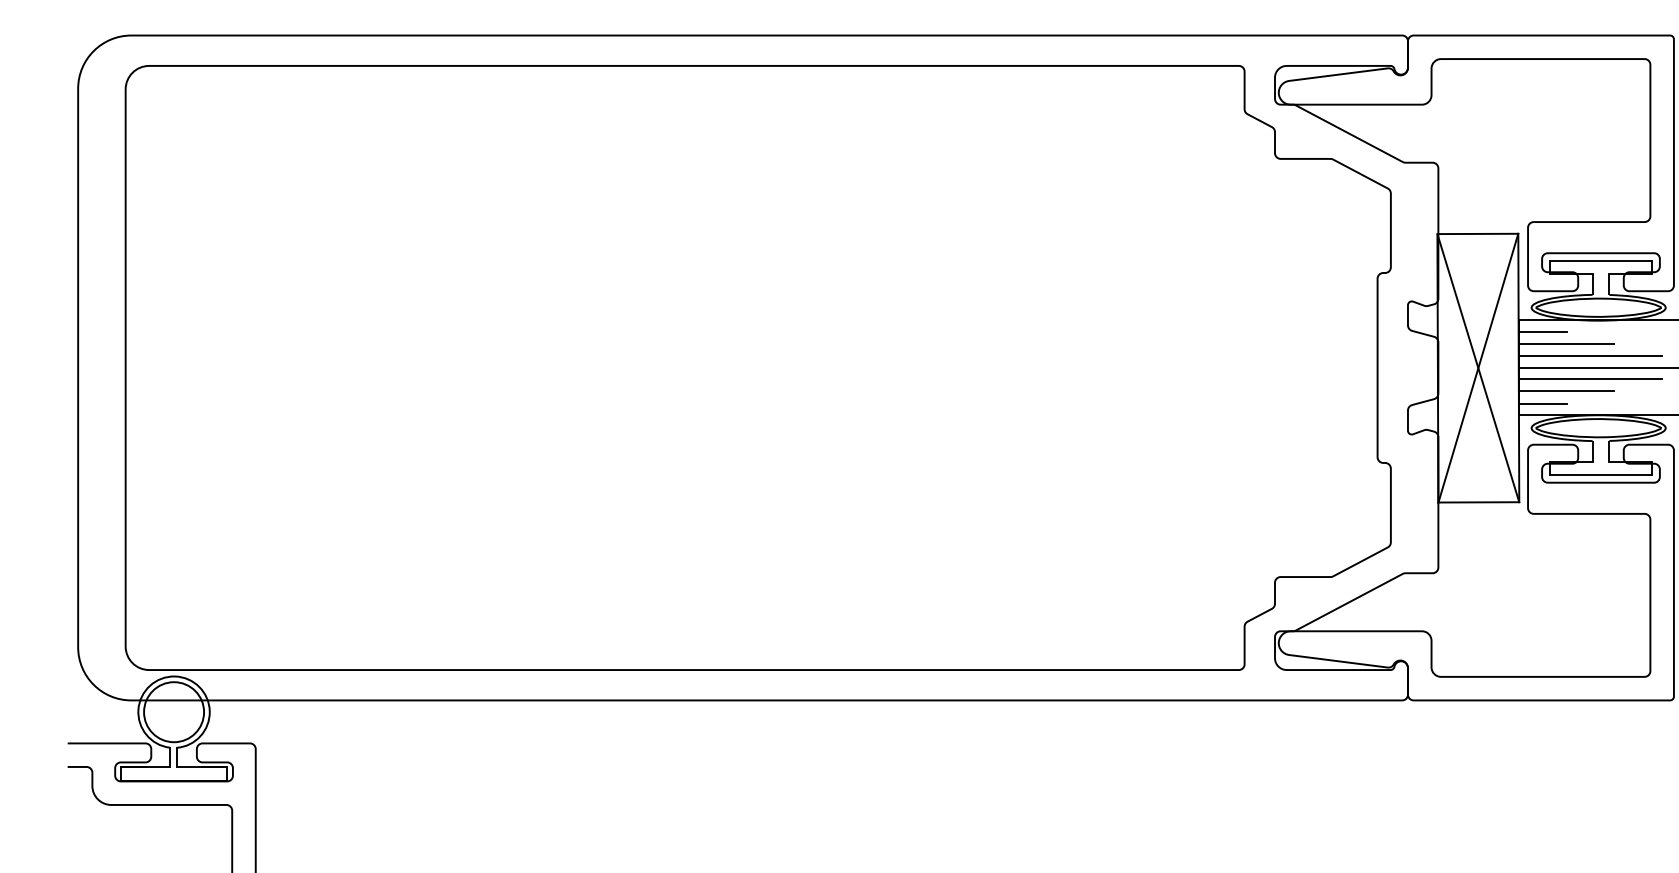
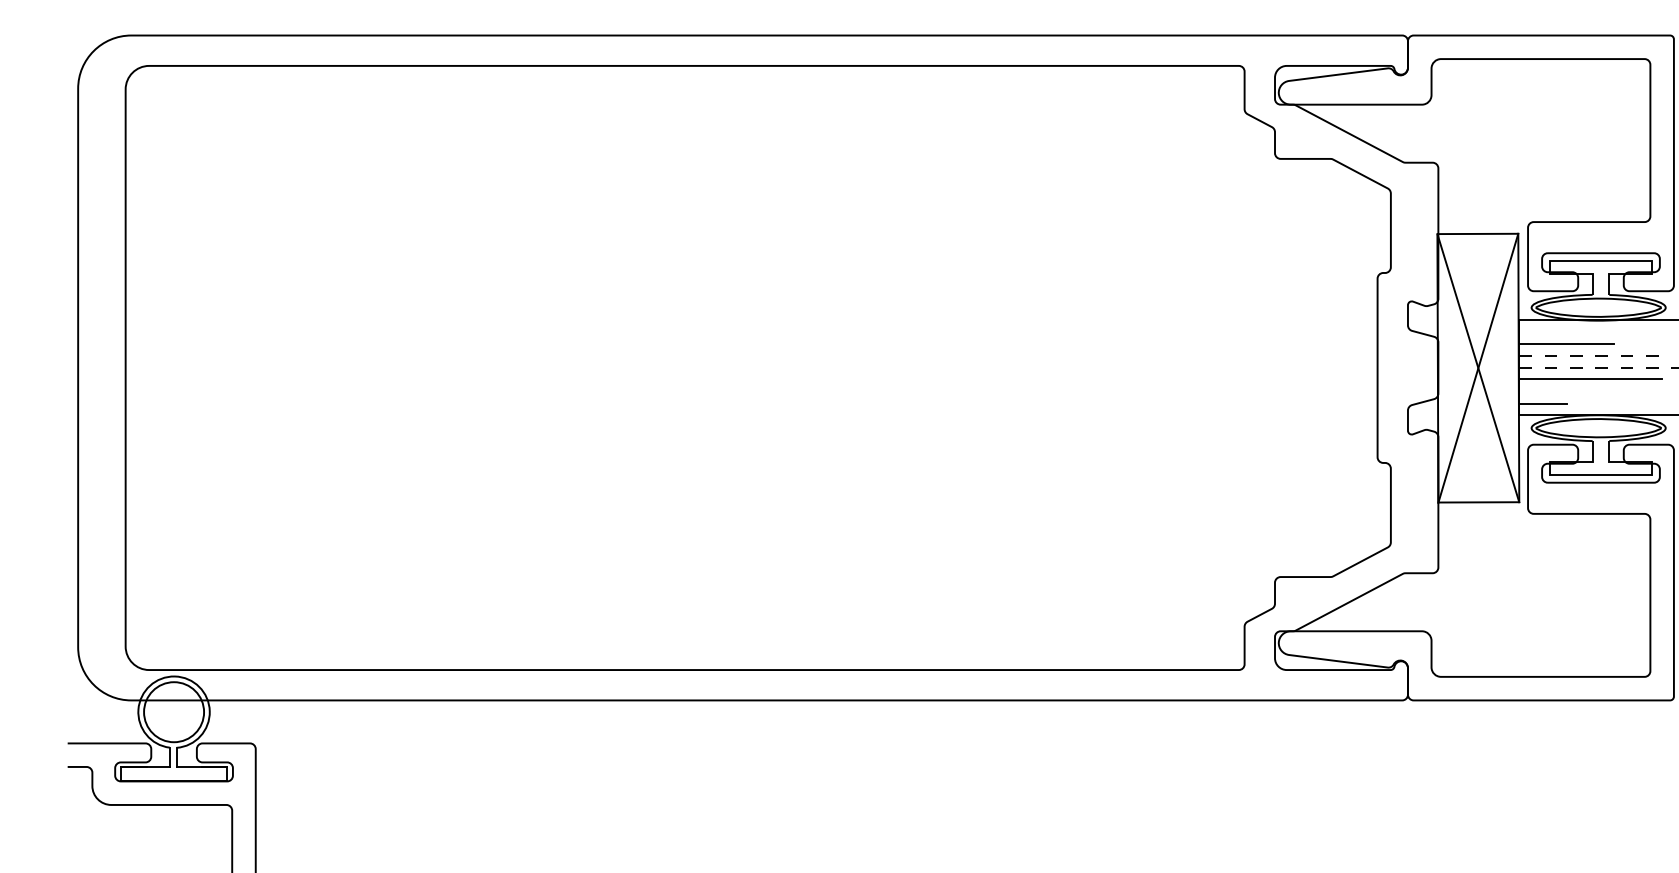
line at (1542, 332): present -> none
line at (1591, 355): solid -> dashed
line at (1599, 367): solid -> dashed
line at (1566, 391): present -> none
